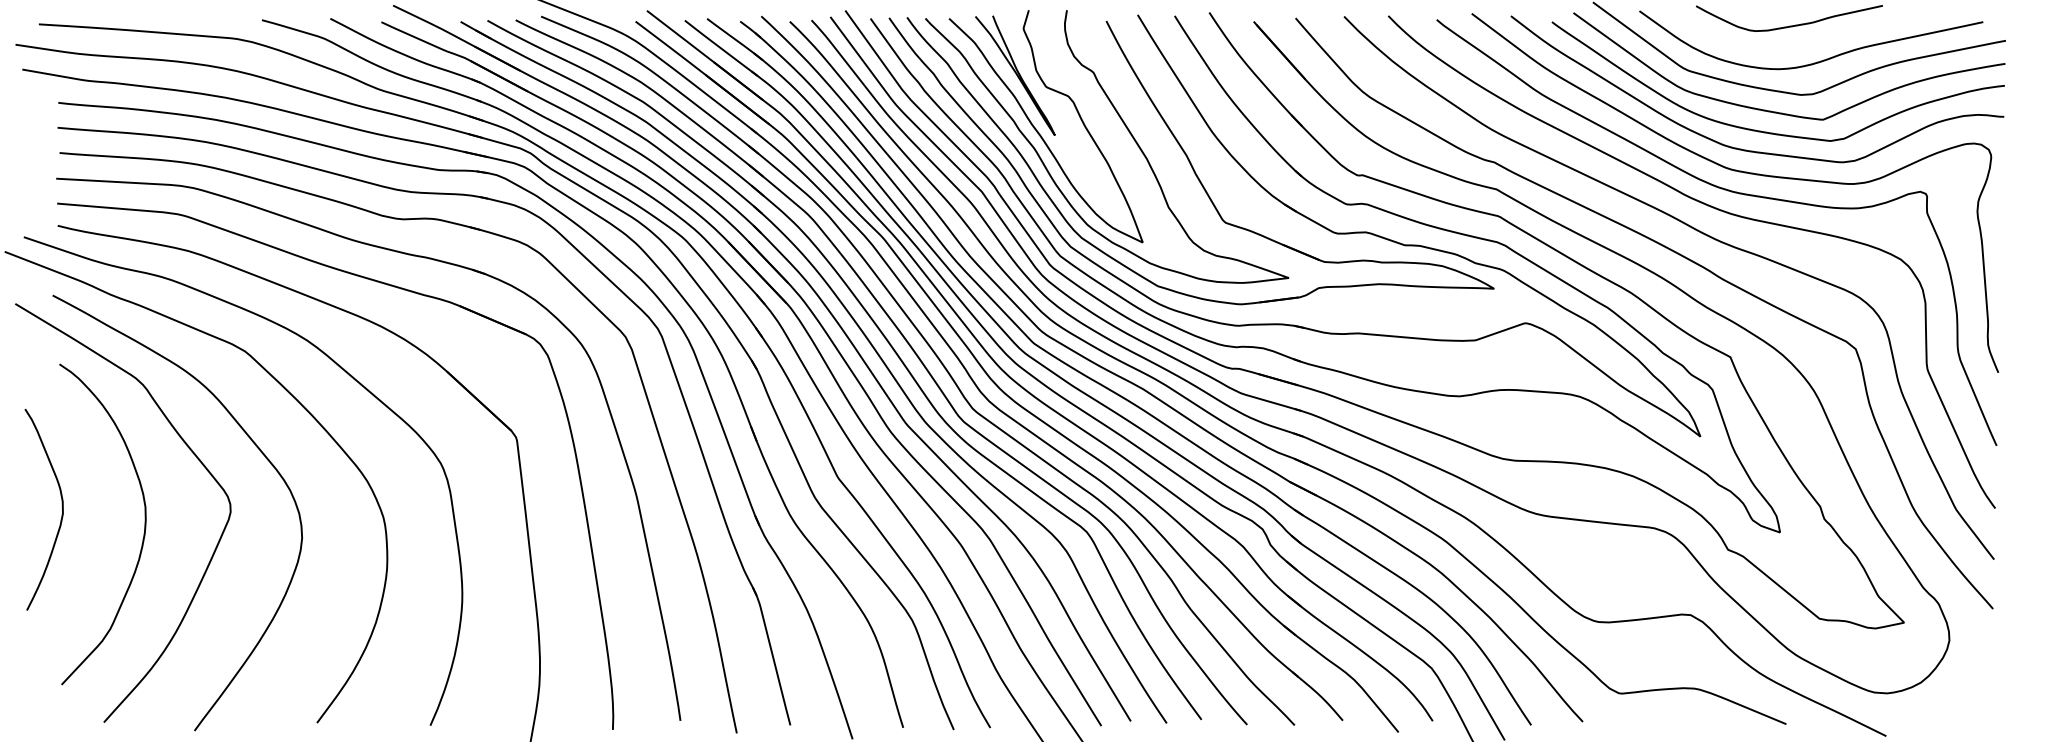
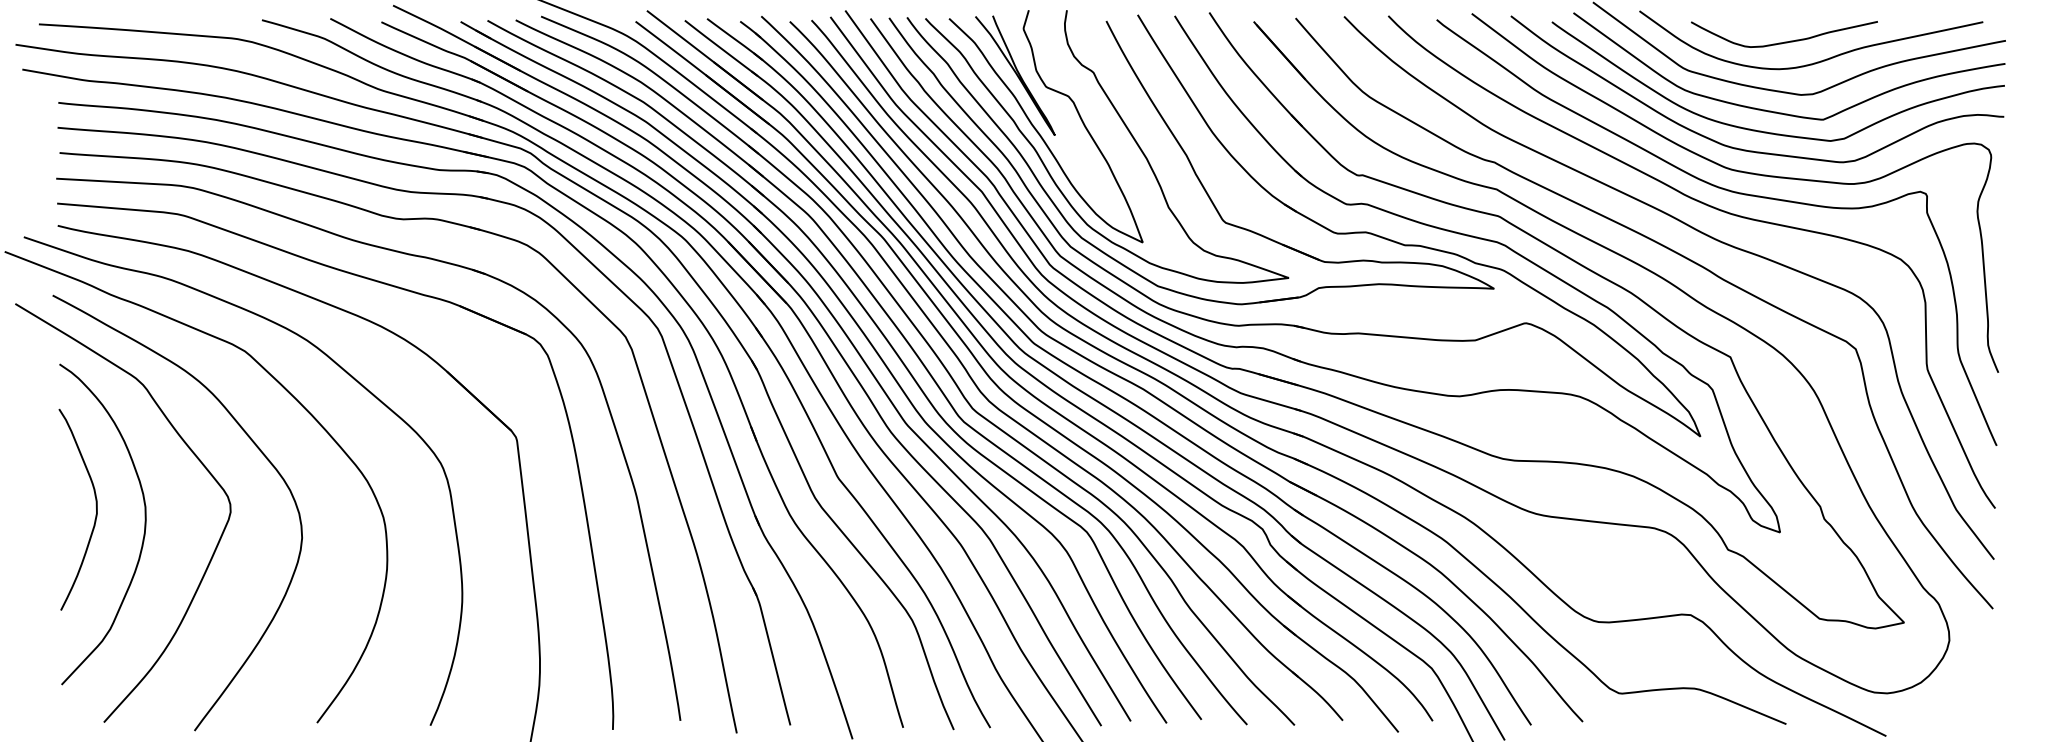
curve at (1789, 25) position: (1789, 25) -> (1784, 41)
curve at (61, 505) position: (61, 505) -> (95, 505)
